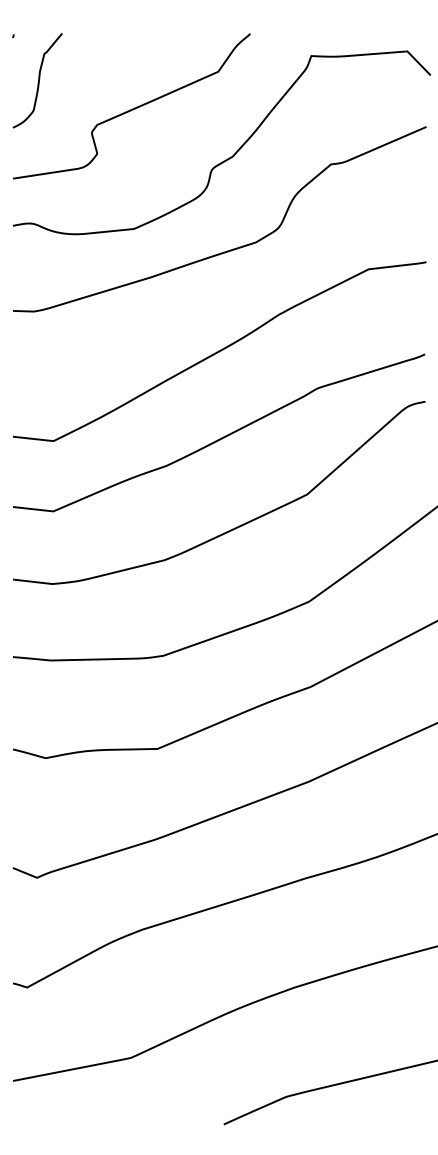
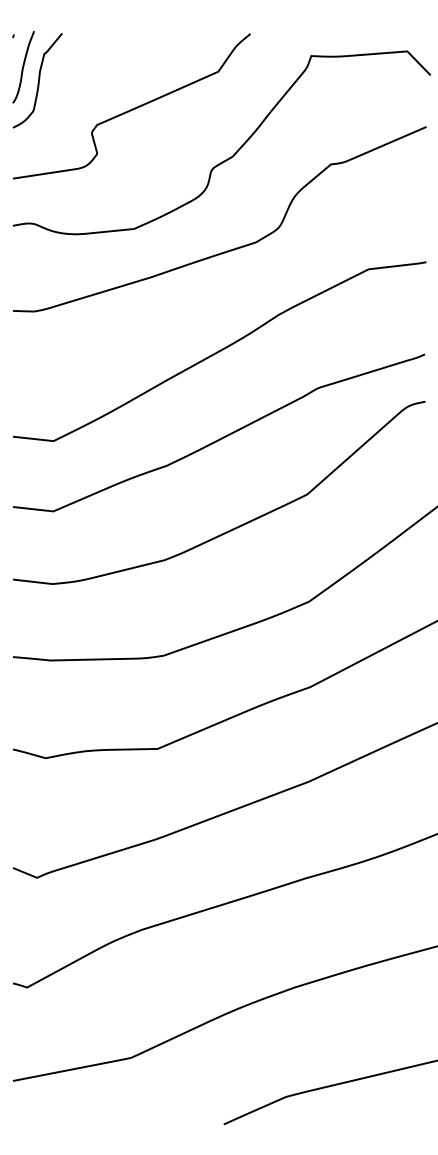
curve at (23, 67): none -> present
